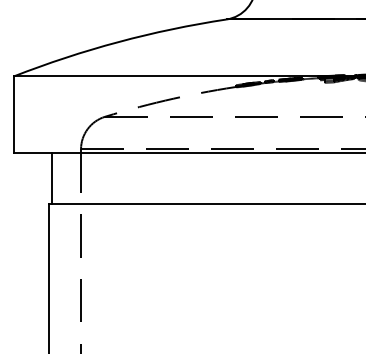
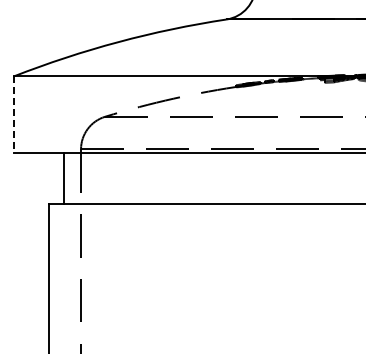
line at (13, 115): solid -> dashed
line at (52, 178) position: (52, 178) -> (64, 178)
